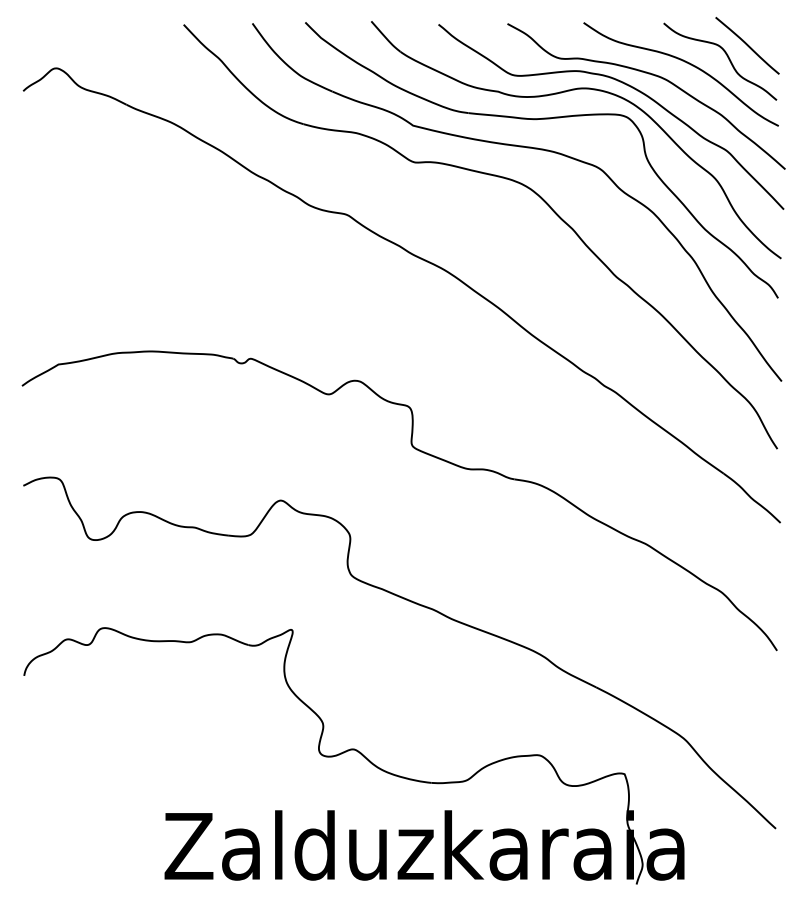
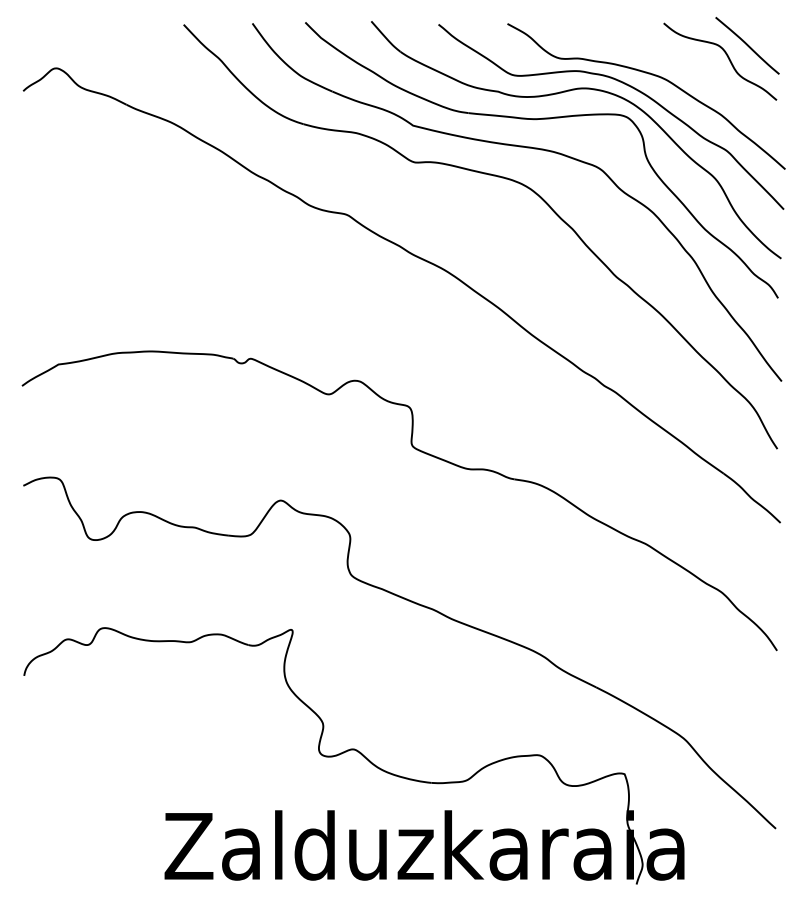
curve at (686, 63): present -> none
